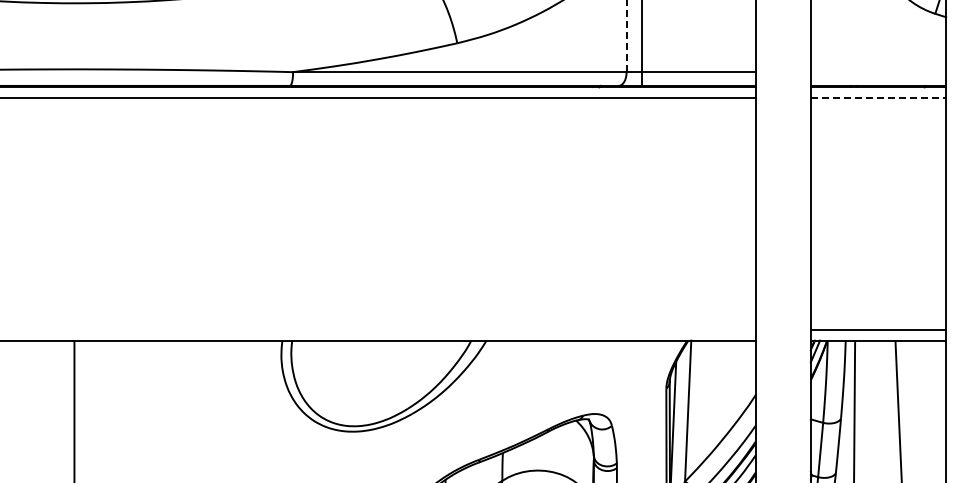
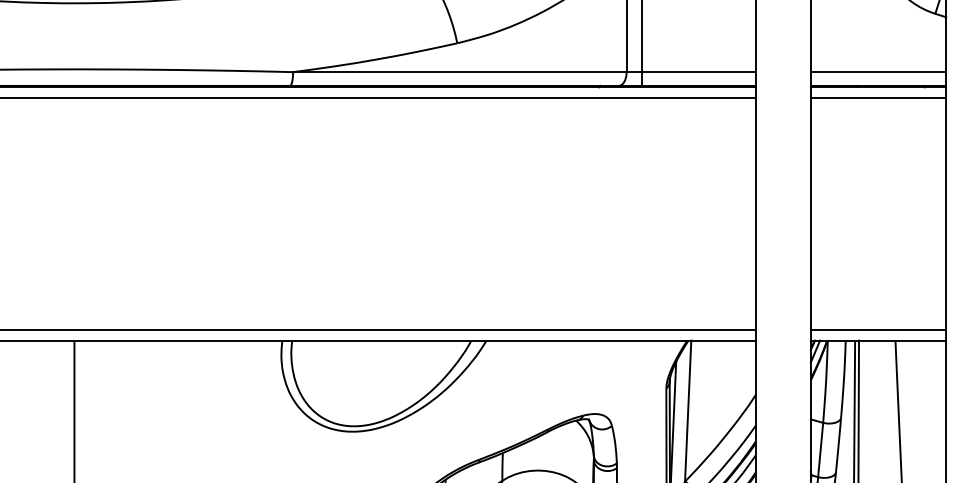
line at (626, 36): dashed -> solid
line at (878, 72): none -> present
line at (878, 98): dashed -> solid
line at (378, 329): none -> present
line at (858, 409): none -> present
